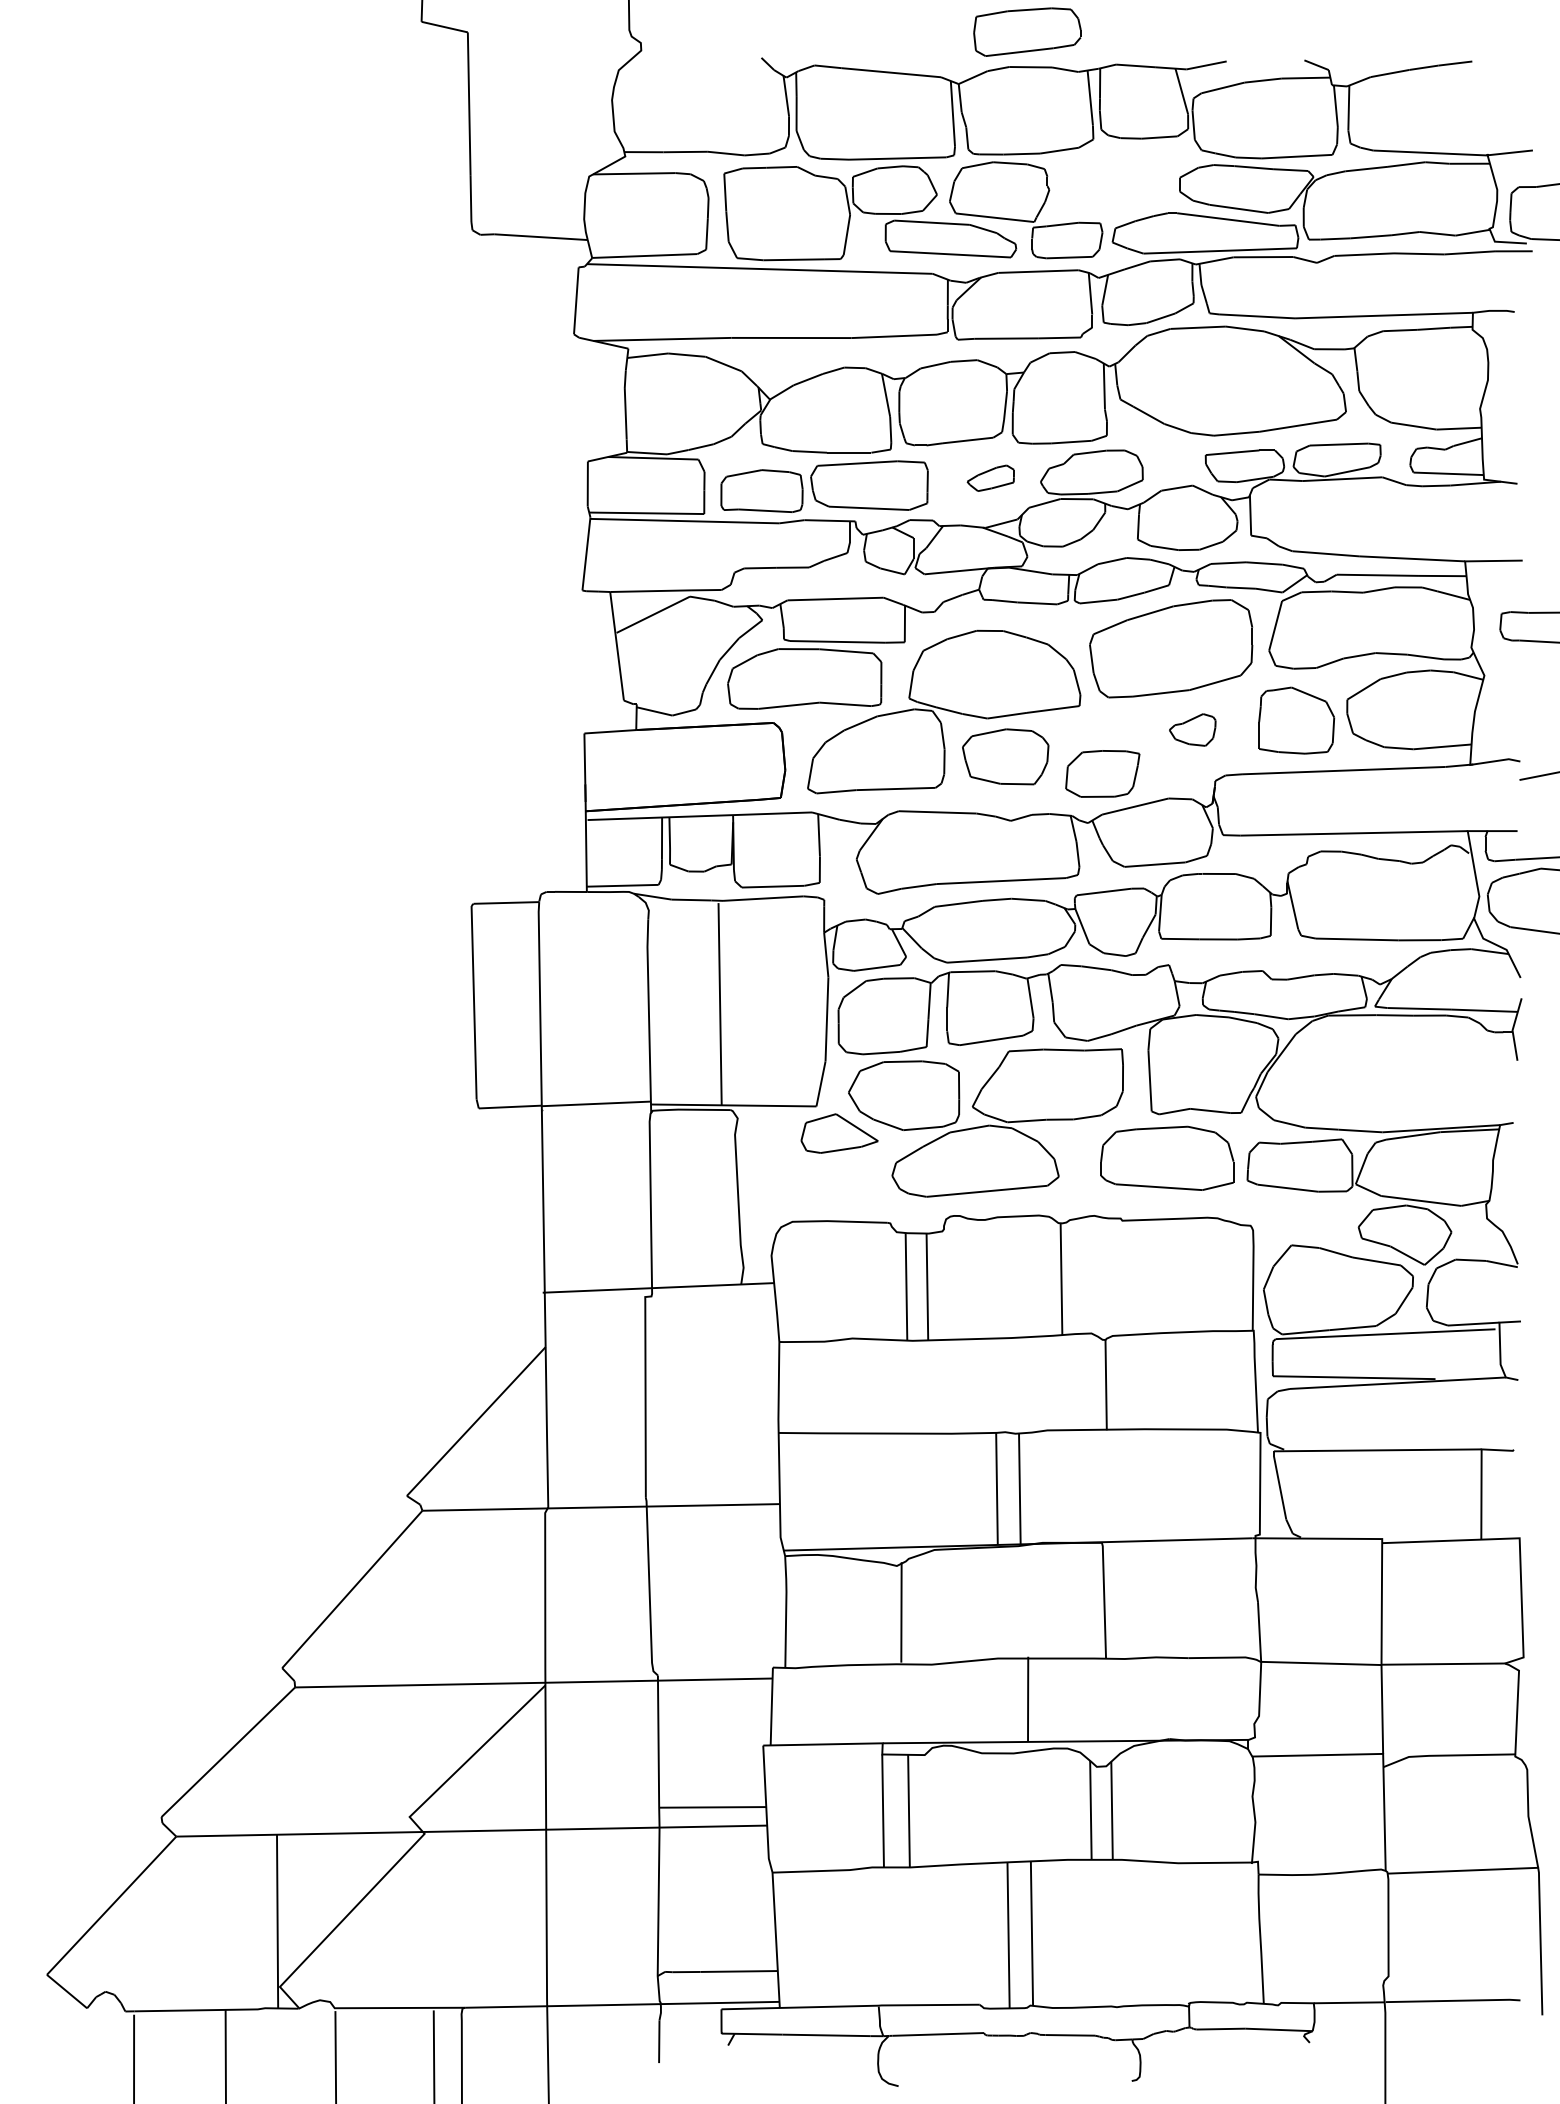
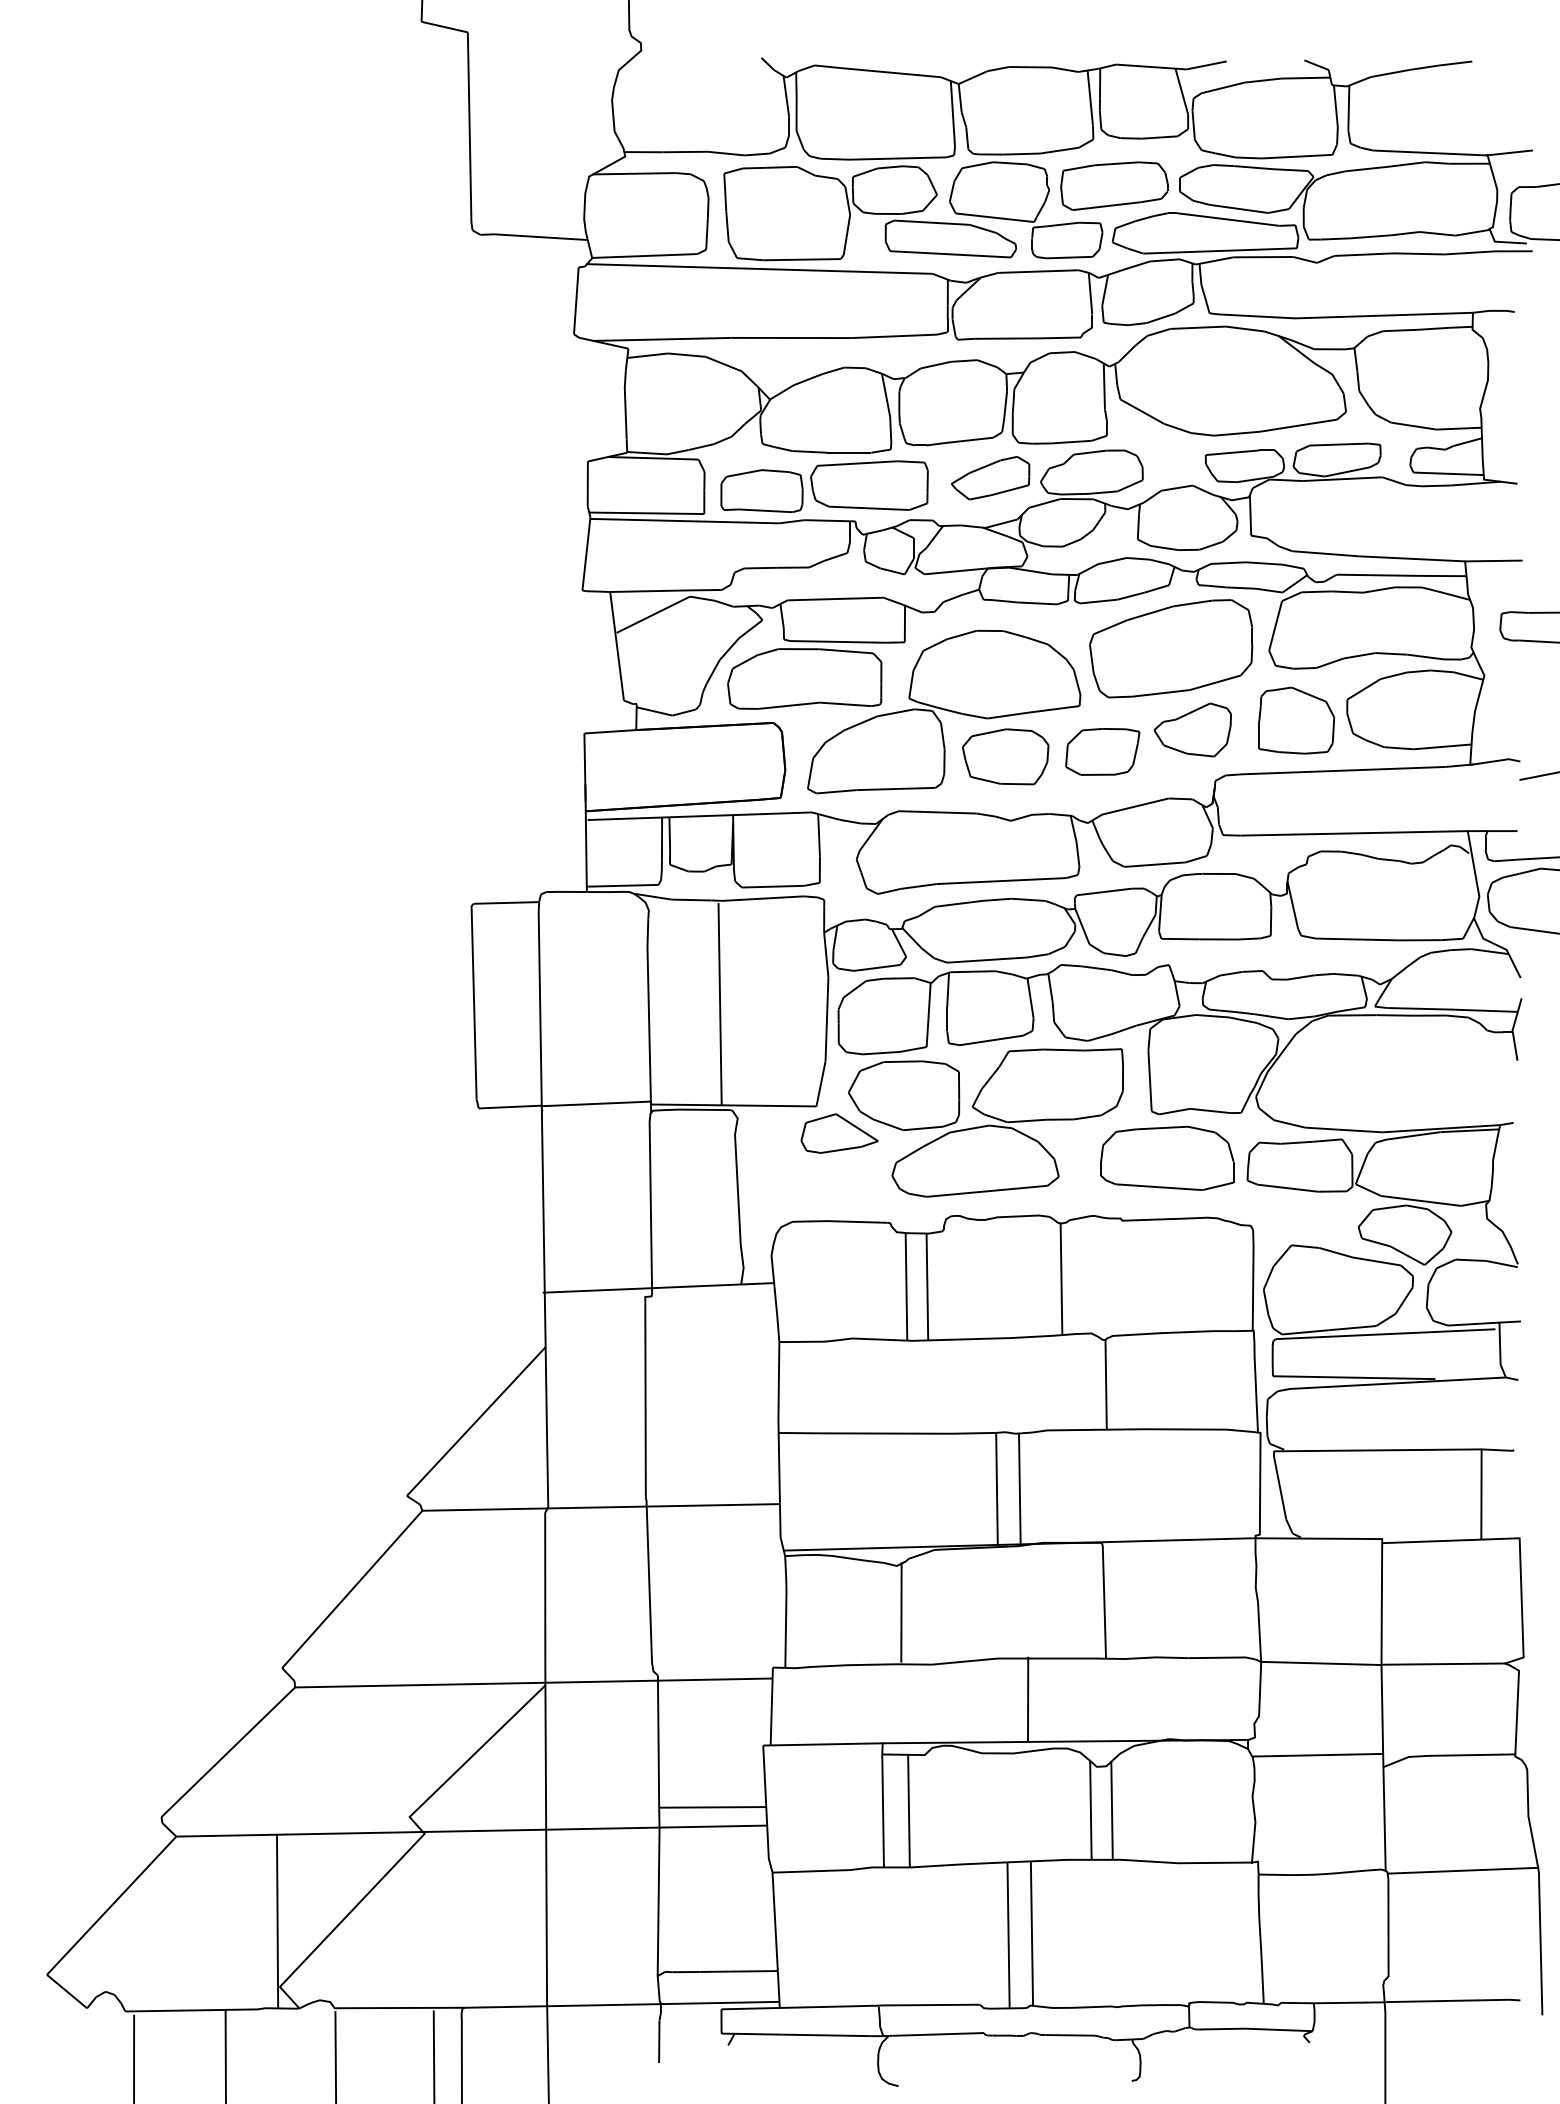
part at (1027, 31) position: (1027, 31) -> (1114, 185)
part at (990, 477) size: 49x28 px -> 80x45 px
part at (1192, 729) size: 48x34 px -> 79x56 px
part at (1102, 773) position: (1102, 773) -> (1102, 751)
